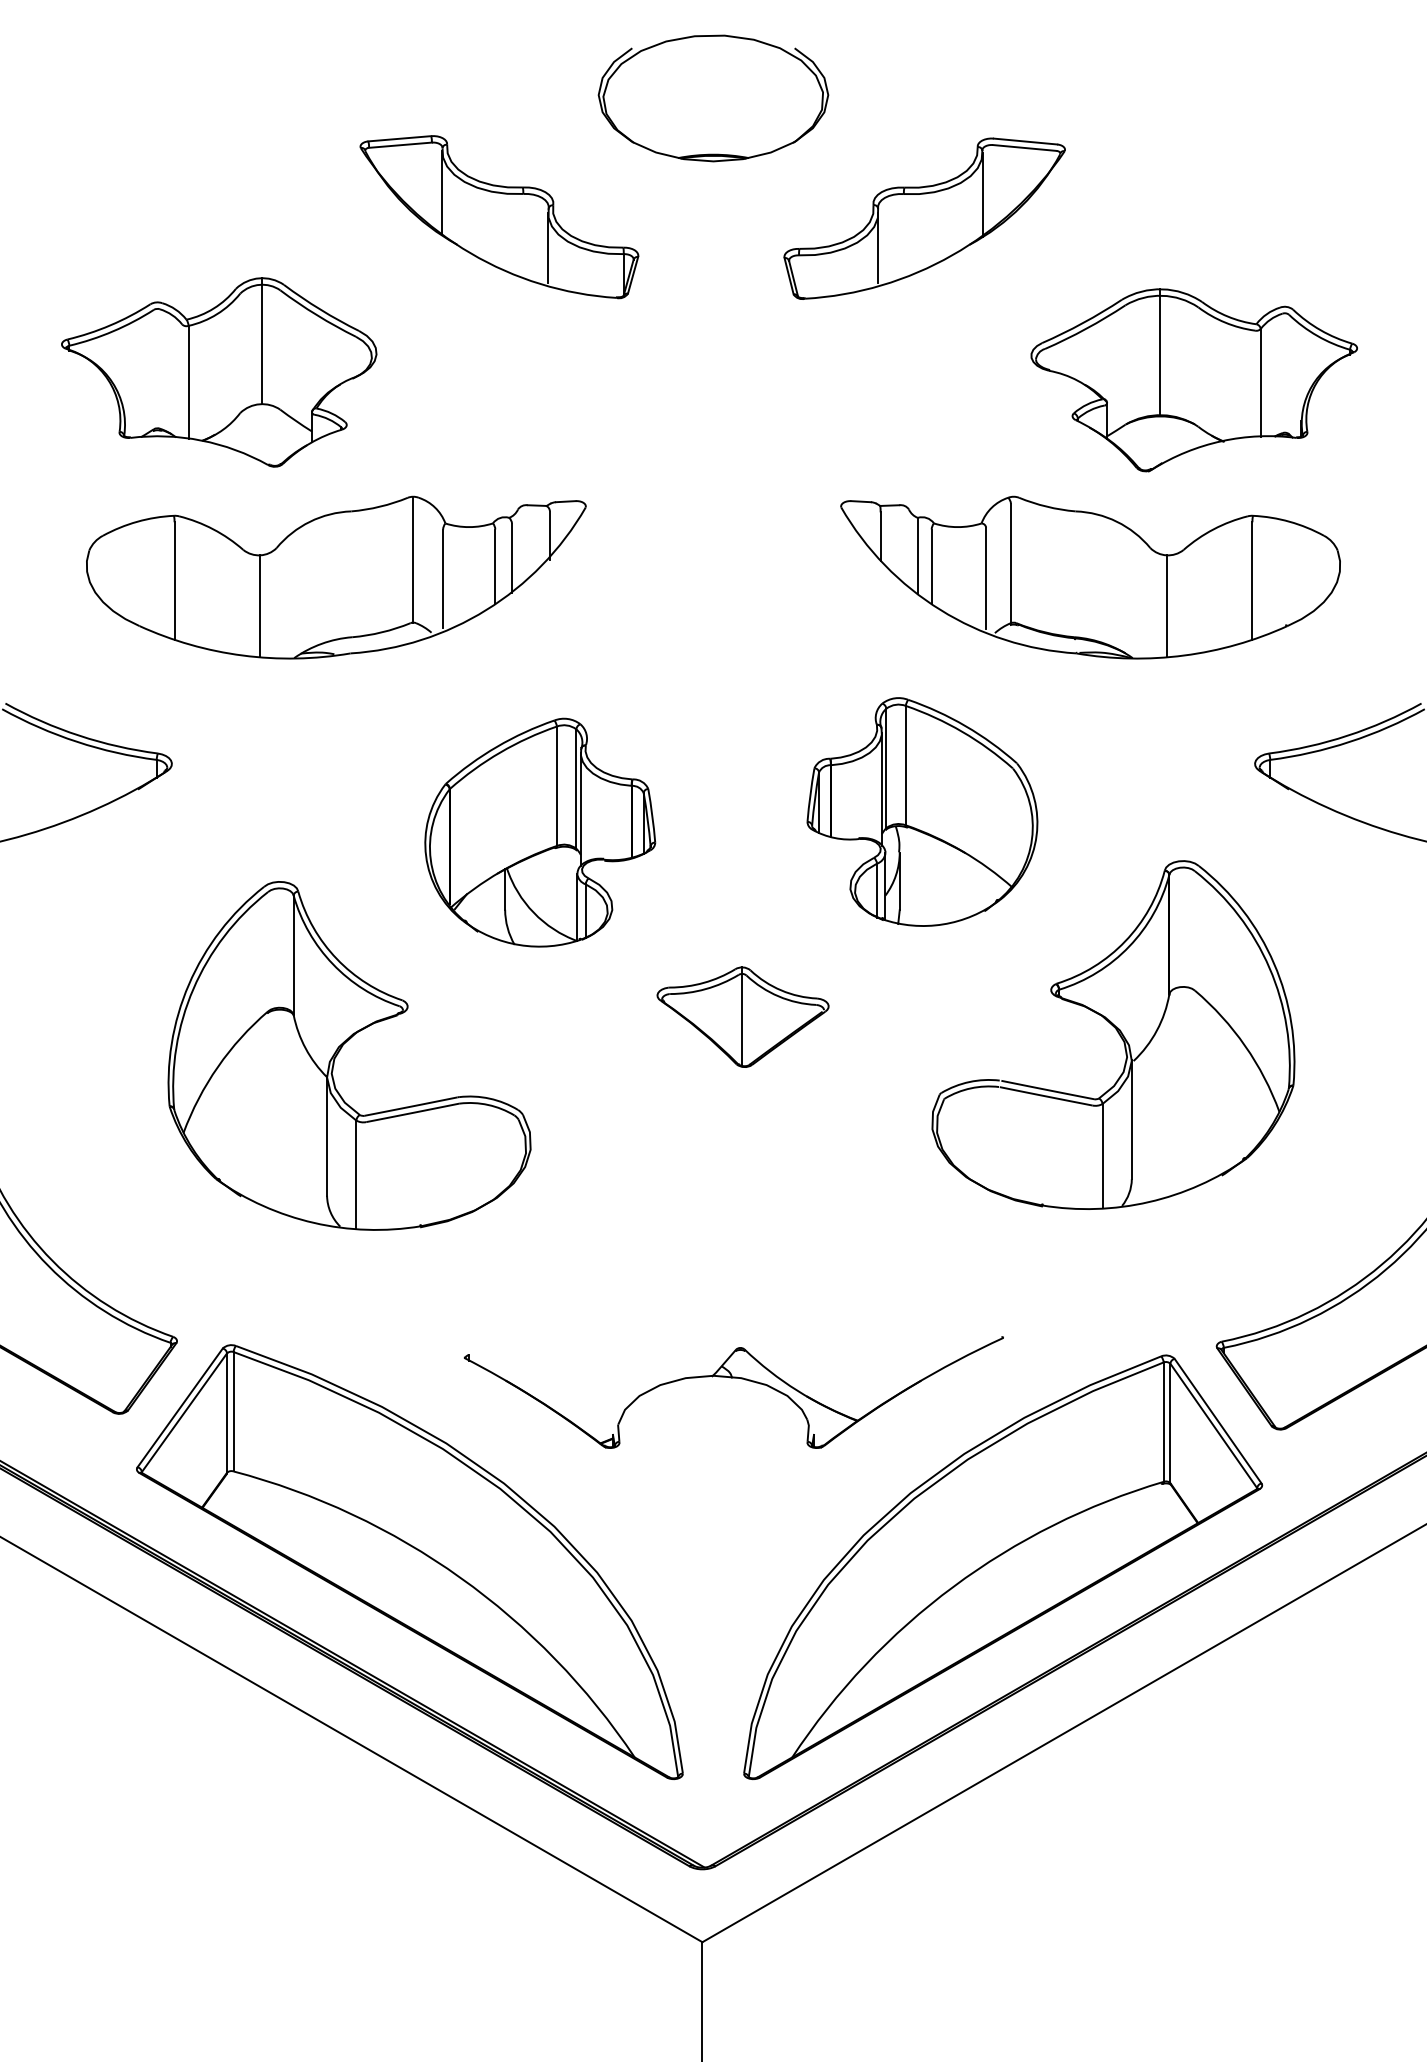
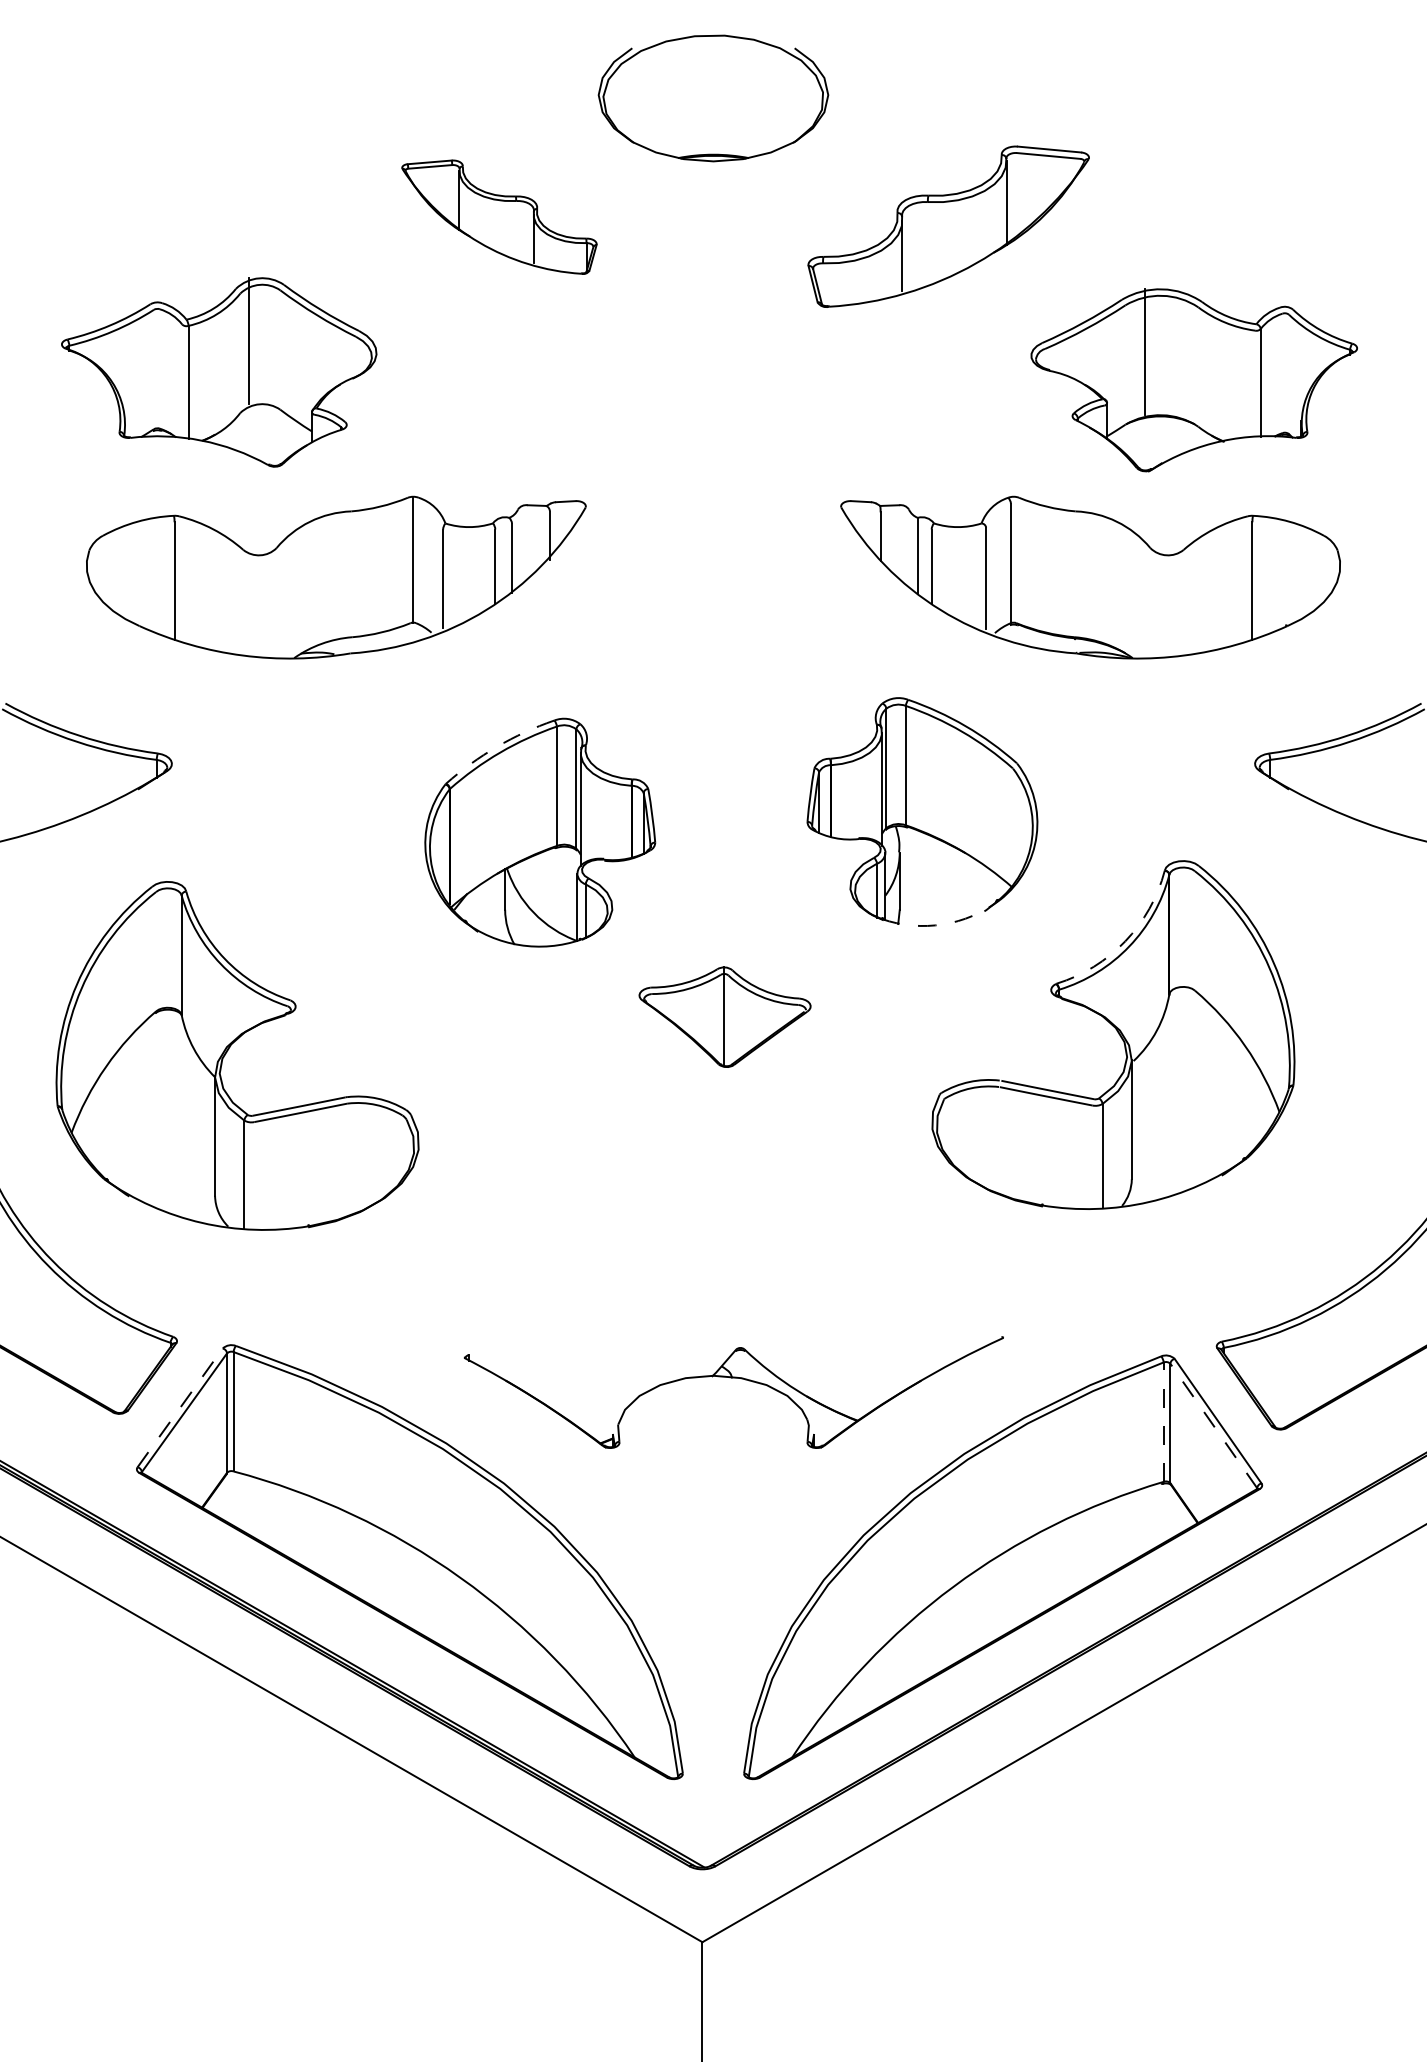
part at (499, 217) size: 281x165 px -> 197x116 px
part at (924, 218) position: (924, 218) -> (948, 226)
line at (262, 341) position: (262, 341) -> (249, 341)
line at (1160, 352) position: (1160, 352) -> (1145, 352)
line at (260, 606): present -> none
line at (1166, 606): present -> none
arc at (497, 746): solid -> dashed
arc at (943, 924): solid -> dashed
arc at (1125, 941): solid -> dashed
part at (742, 1016) position: (742, 1016) -> (724, 1016)
part at (341, 1049) position: (341, 1049) -> (229, 1049)
line at (180, 1407): solid -> dashed
line at (1163, 1422): solid -> dashed
line at (1213, 1425): solid -> dashed
